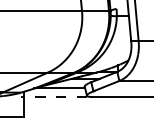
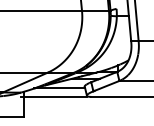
line at (54, 96): dashed -> solid
